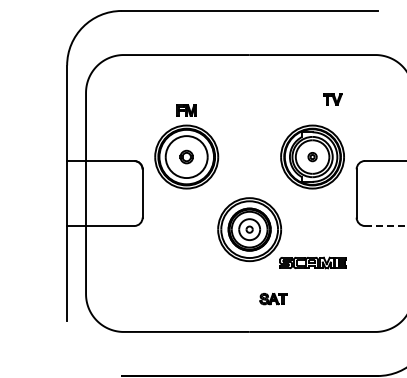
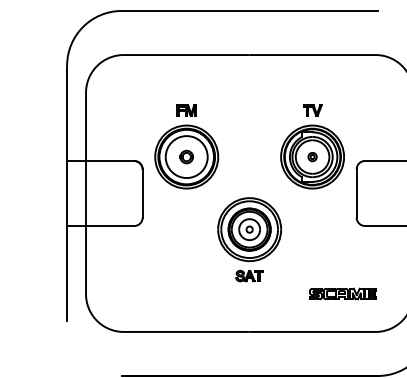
part at (332, 99) position: (332, 99) -> (312, 110)
line at (385, 226): dashed -> solid
part at (312, 262) position: (312, 262) -> (342, 293)
part at (273, 298) position: (273, 298) -> (249, 275)
